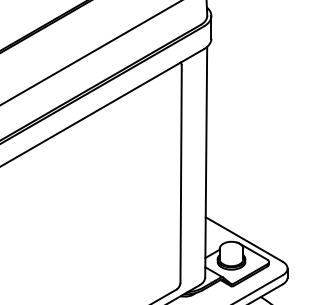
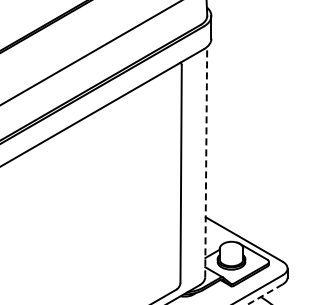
line at (206, 161): solid -> dashed
line at (264, 294): solid -> dashed
